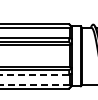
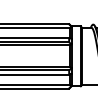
line at (34, 74): dashed -> solid
line at (35, 84): dashed -> solid
